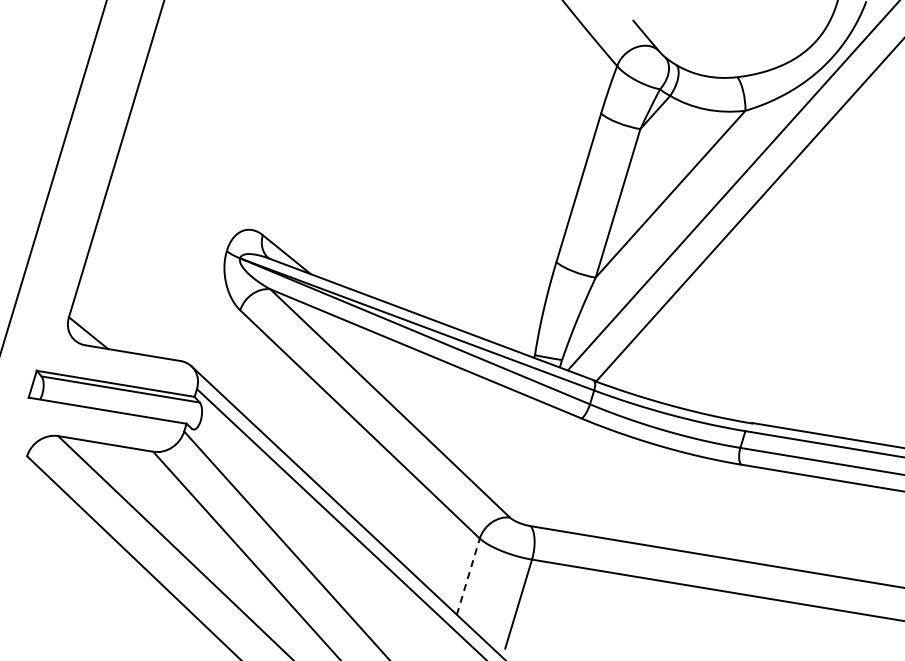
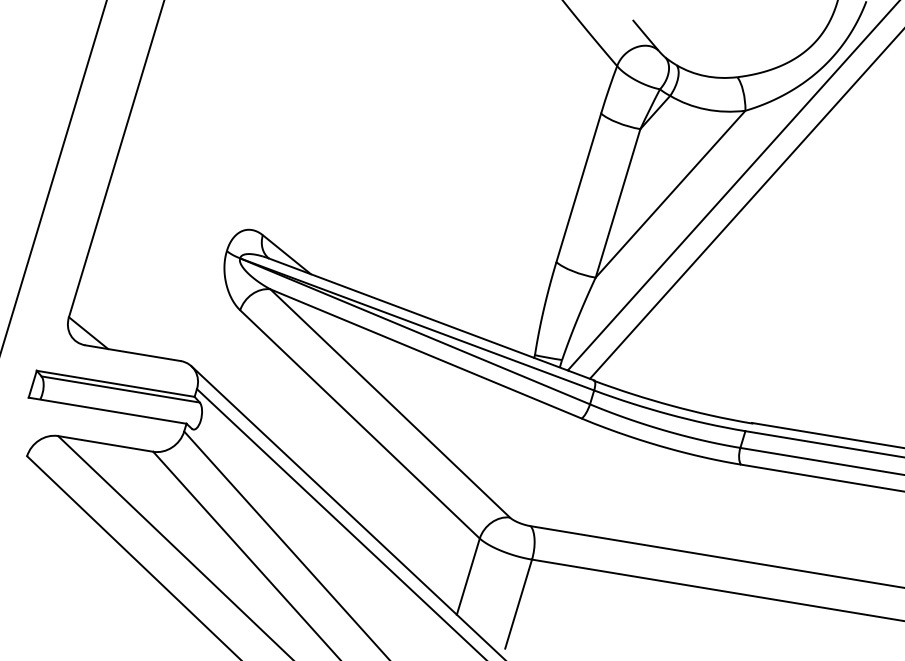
line at (747, 211) position: (747, 211) -> (745, 204)
line at (468, 576): dashed -> solid
